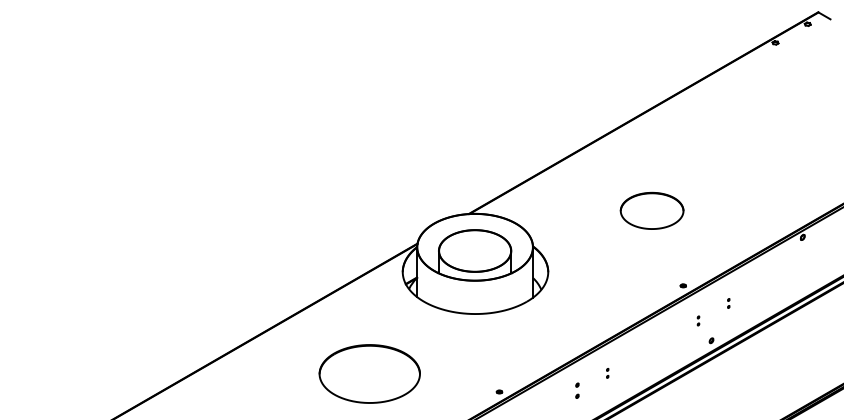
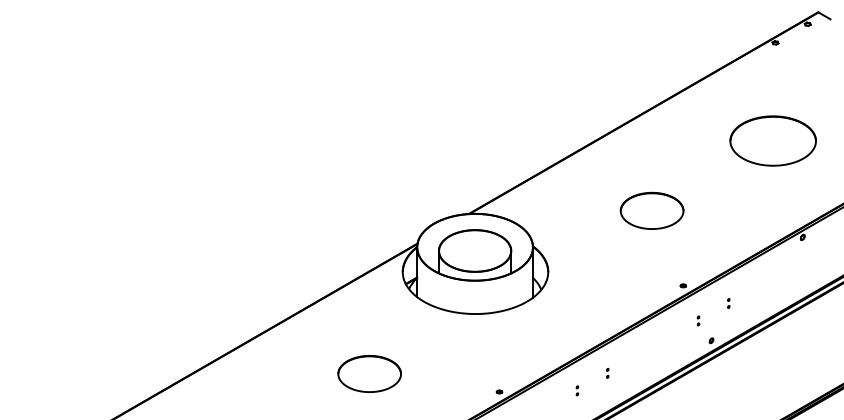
part at (772, 140): none -> present
part at (369, 373) size: 103x60 px -> 65x38 px
part at (577, 390) size: 5x17 px -> 5x12 px
